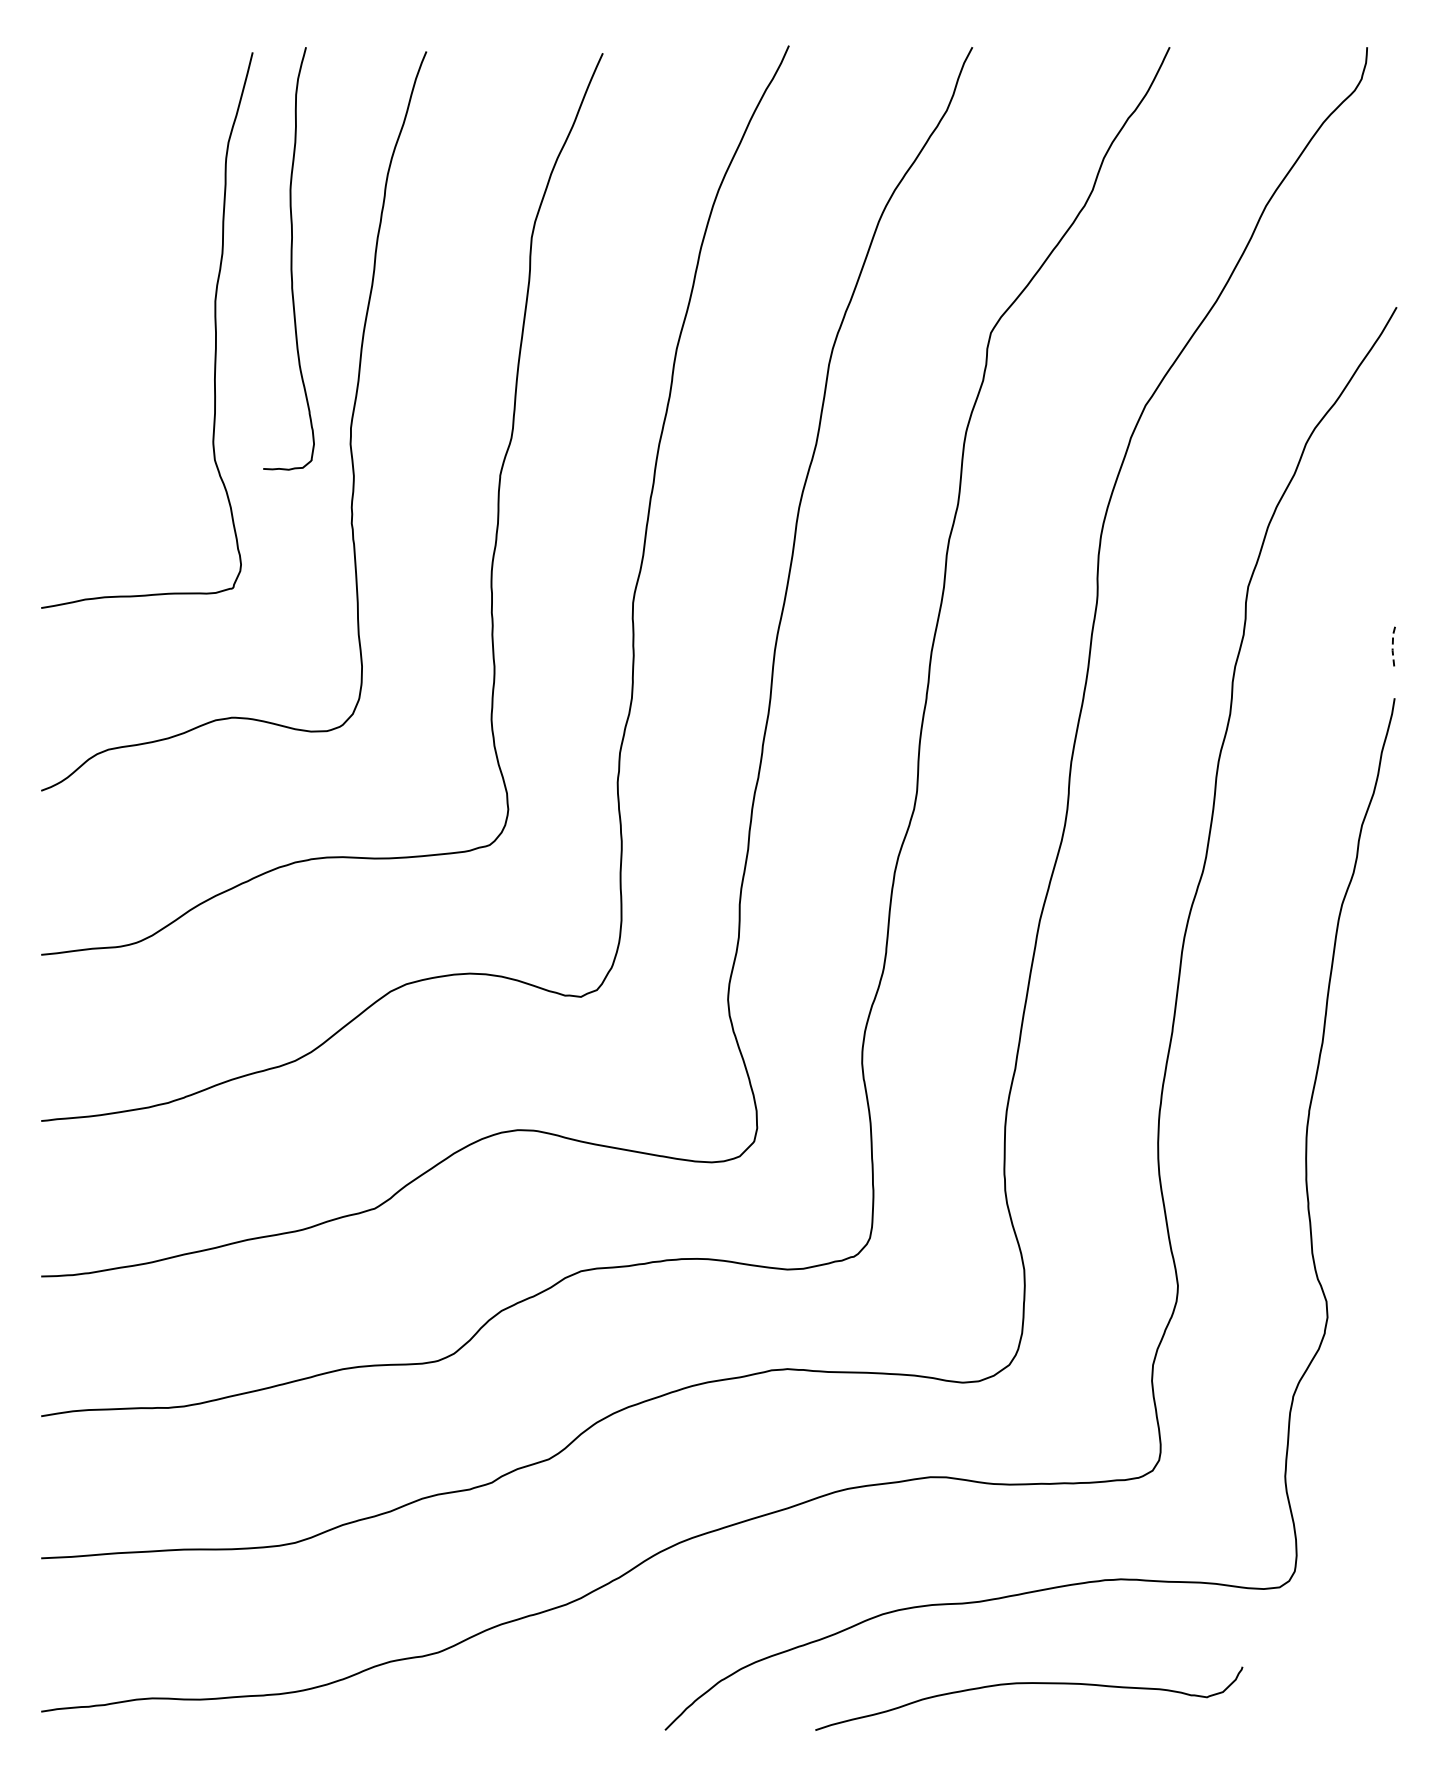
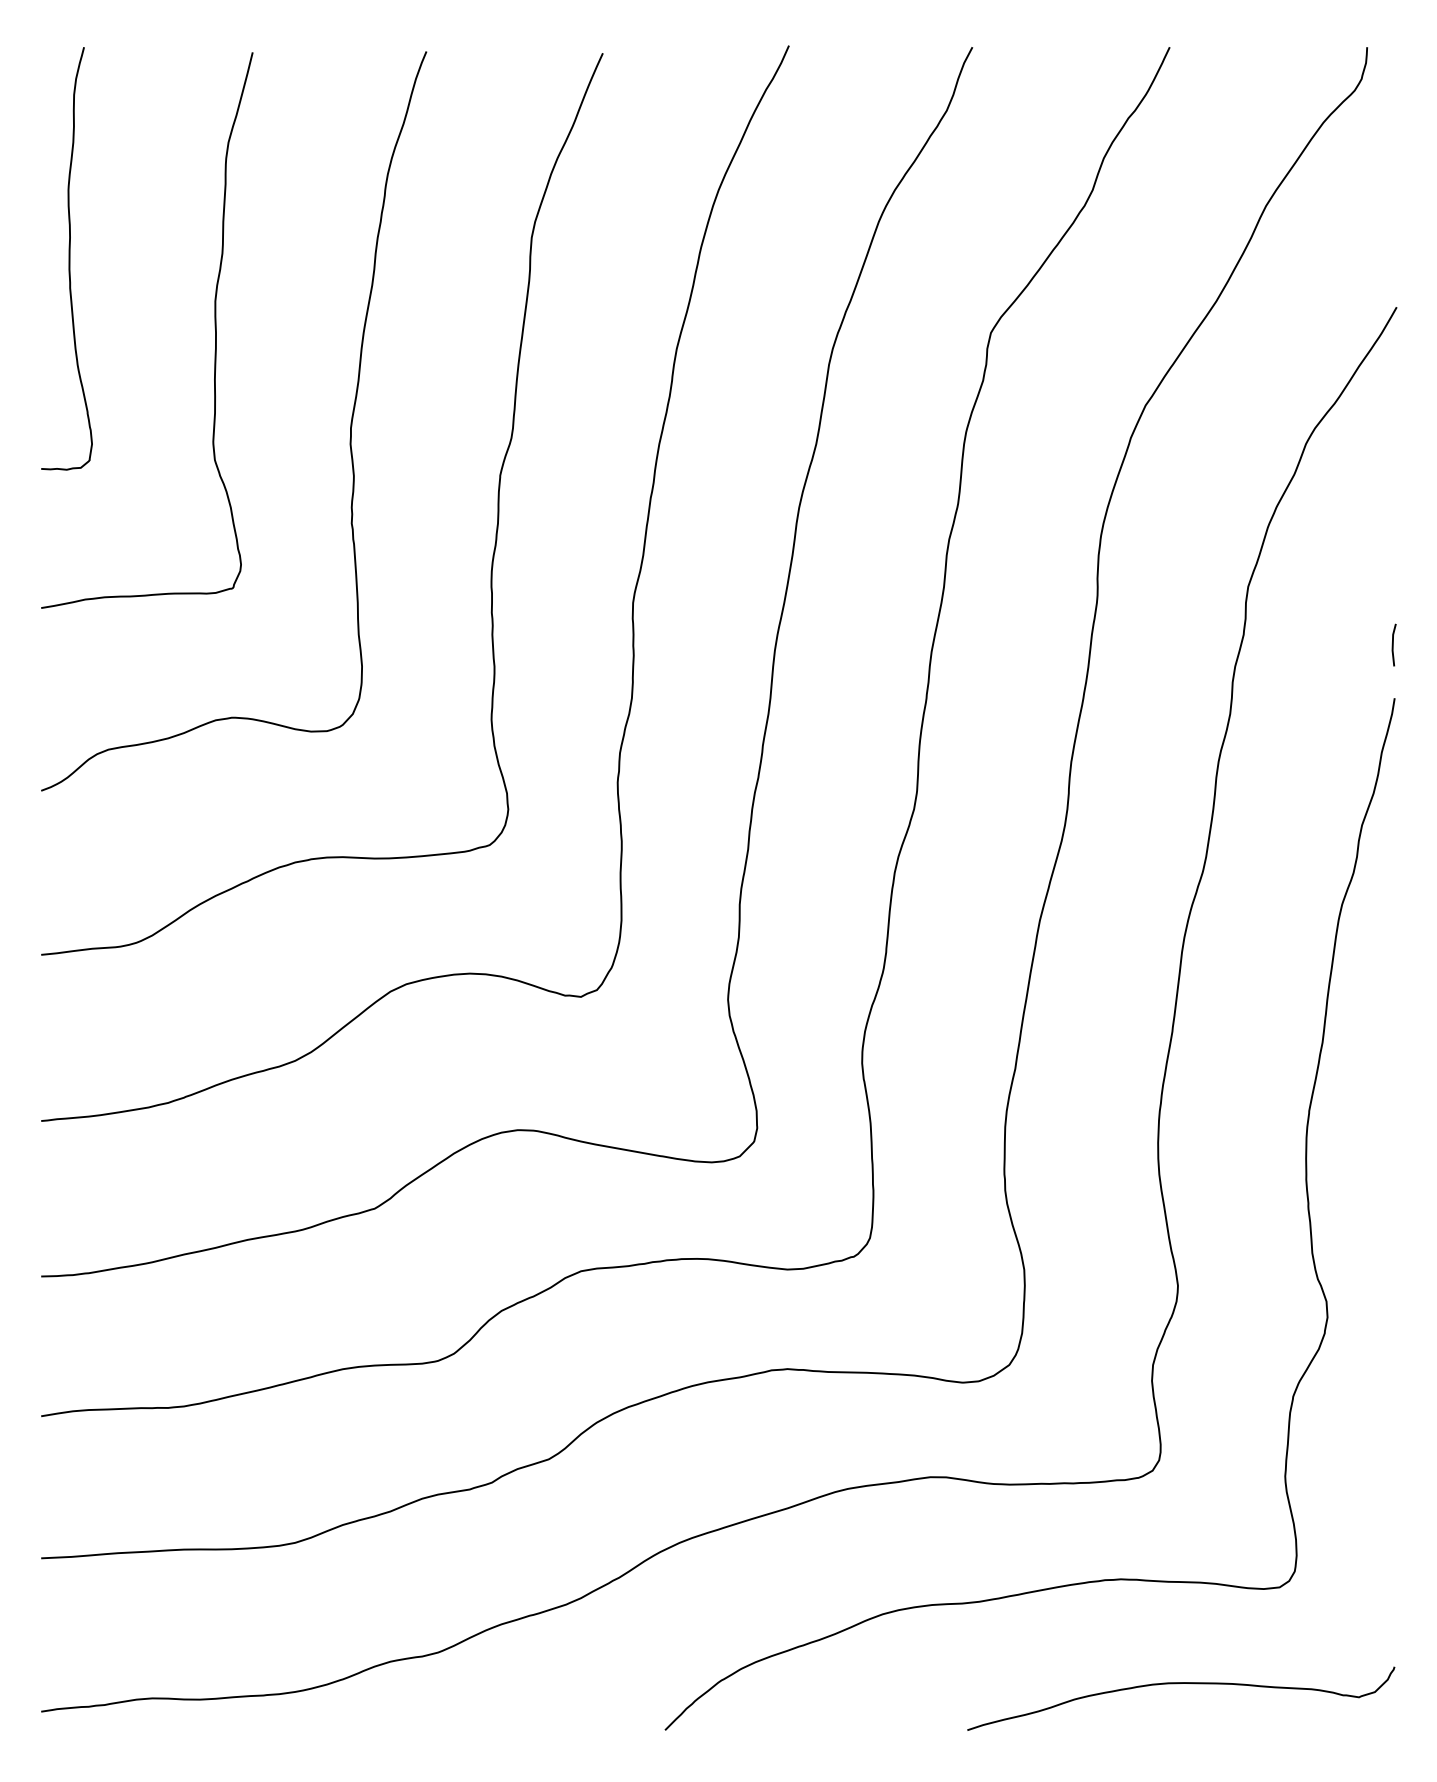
curve at (290, 258) position: (290, 258) -> (68, 258)
line at (1392, 644): dashed -> solid
curve at (1025, 1684) position: (1025, 1684) -> (1177, 1684)
